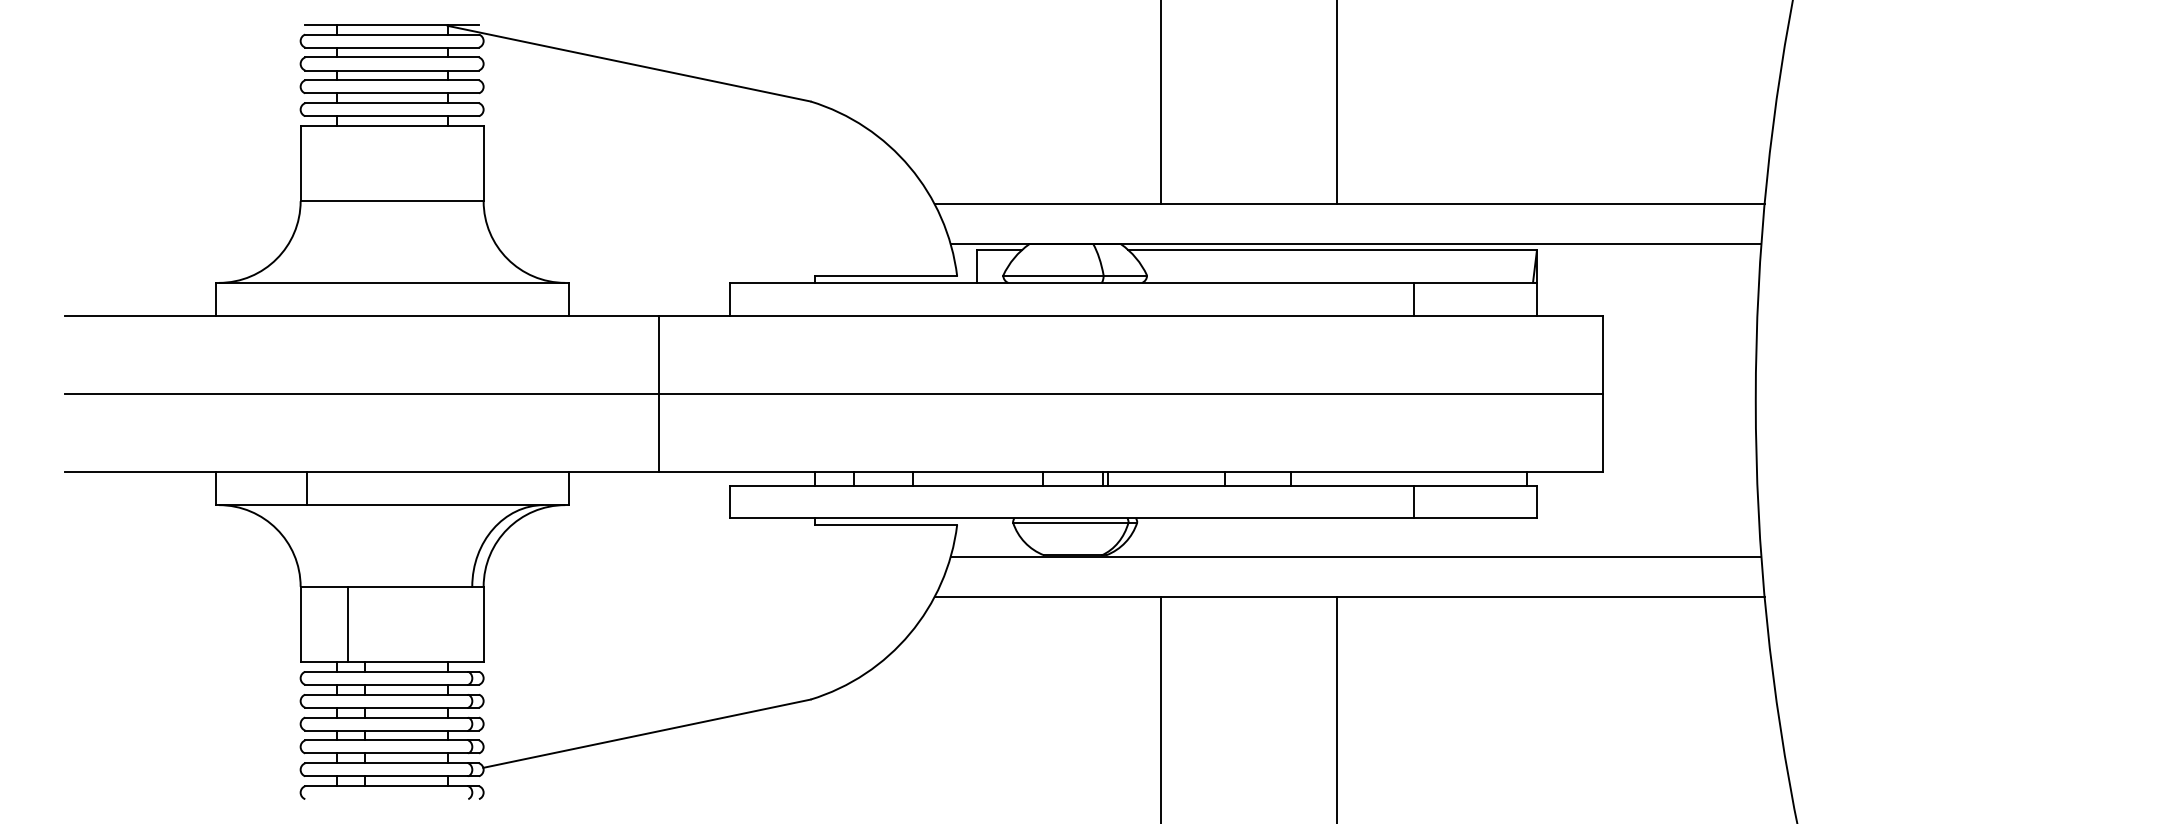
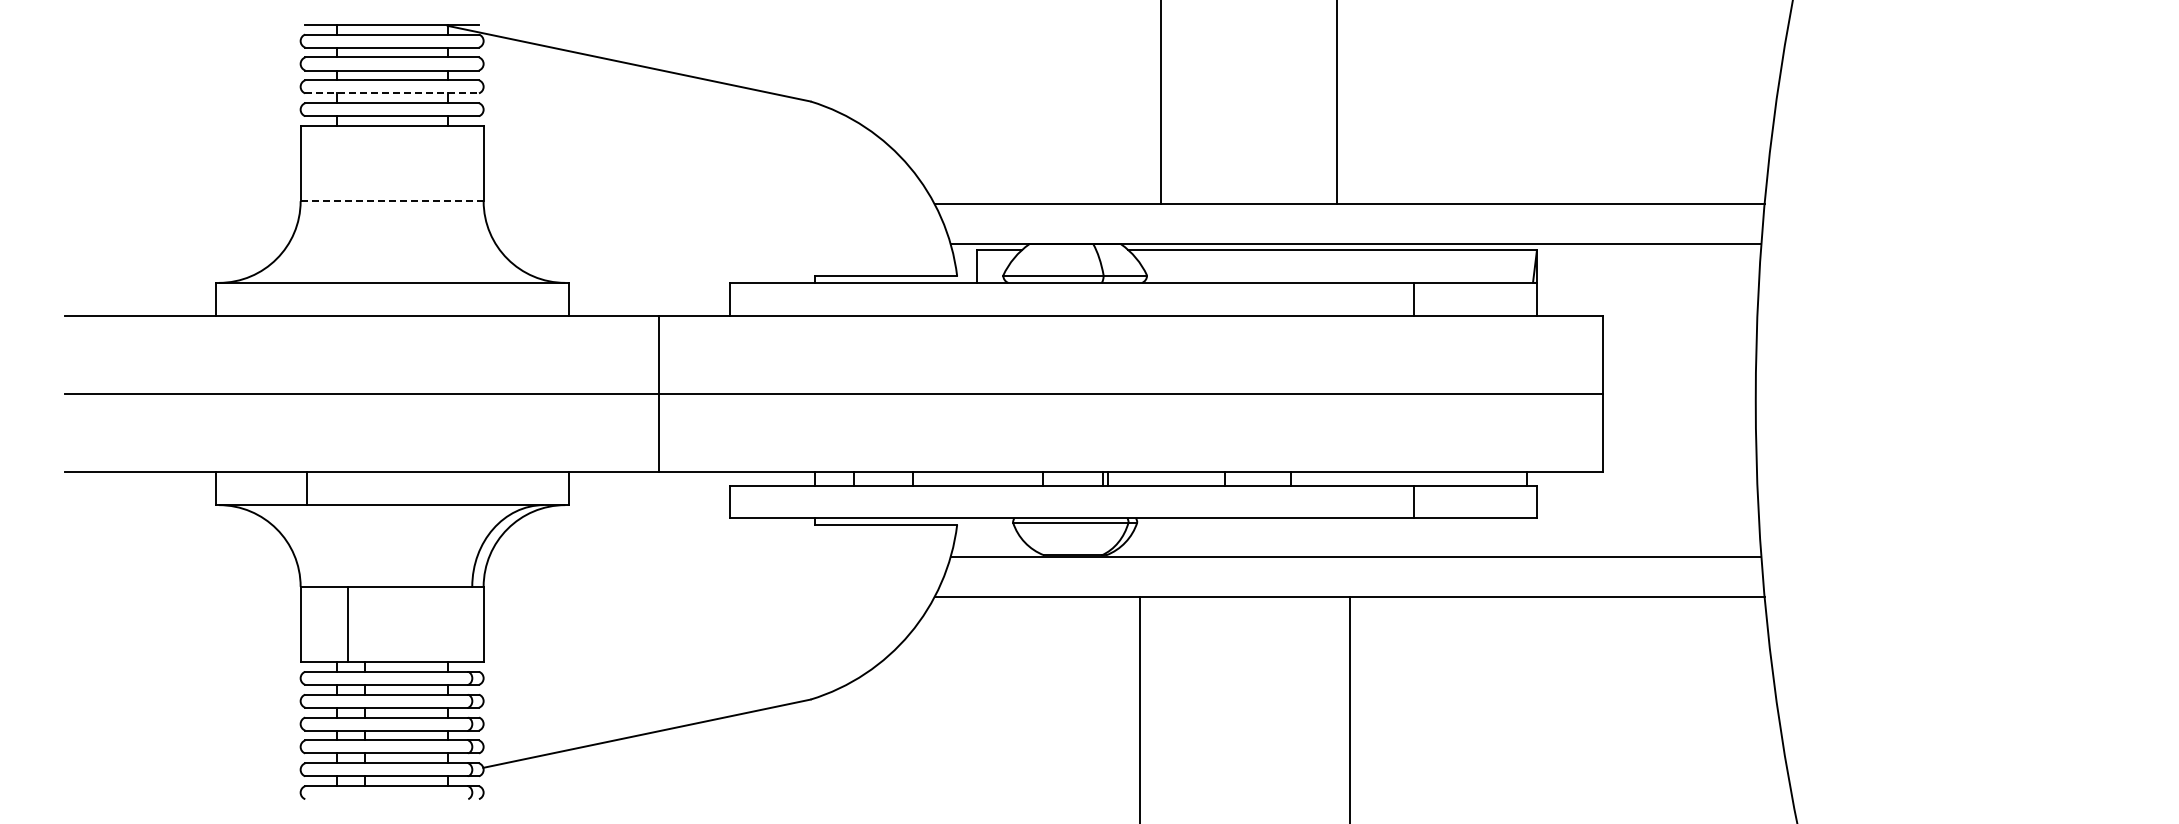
line at (392, 93): solid -> dashed
line at (392, 201): solid -> dashed
line at (1161, 708) position: (1161, 708) -> (1140, 708)
line at (1336, 708) position: (1336, 708) -> (1349, 708)
